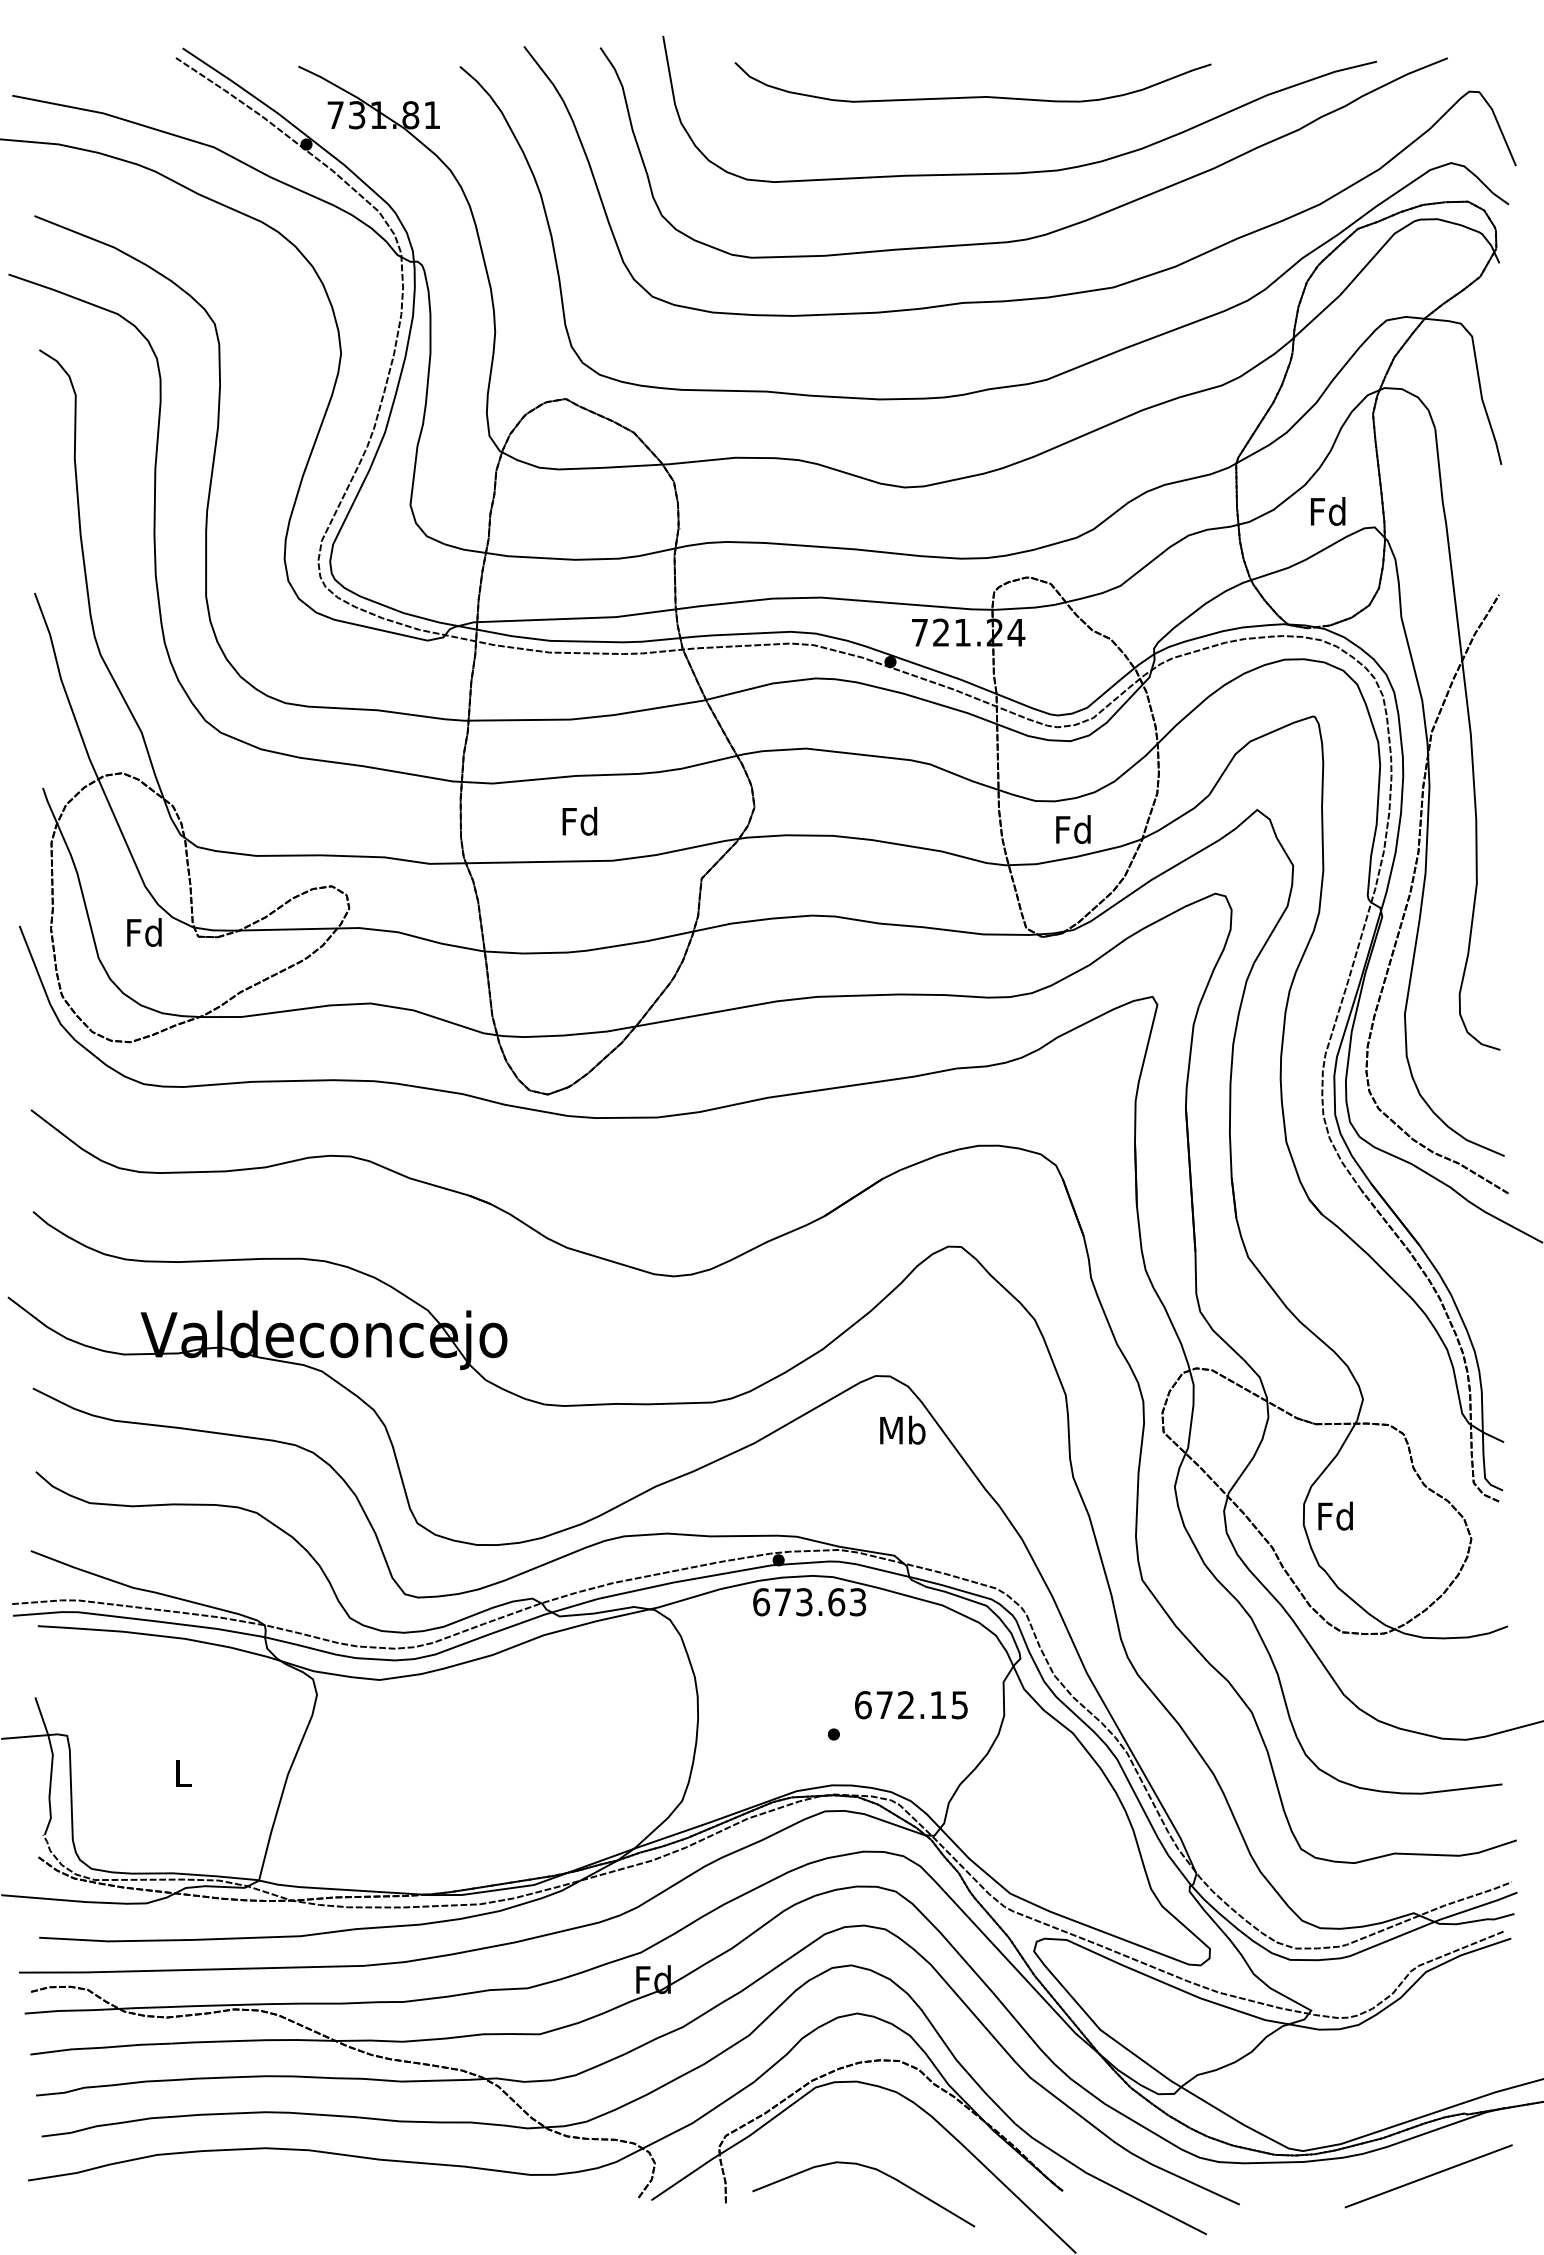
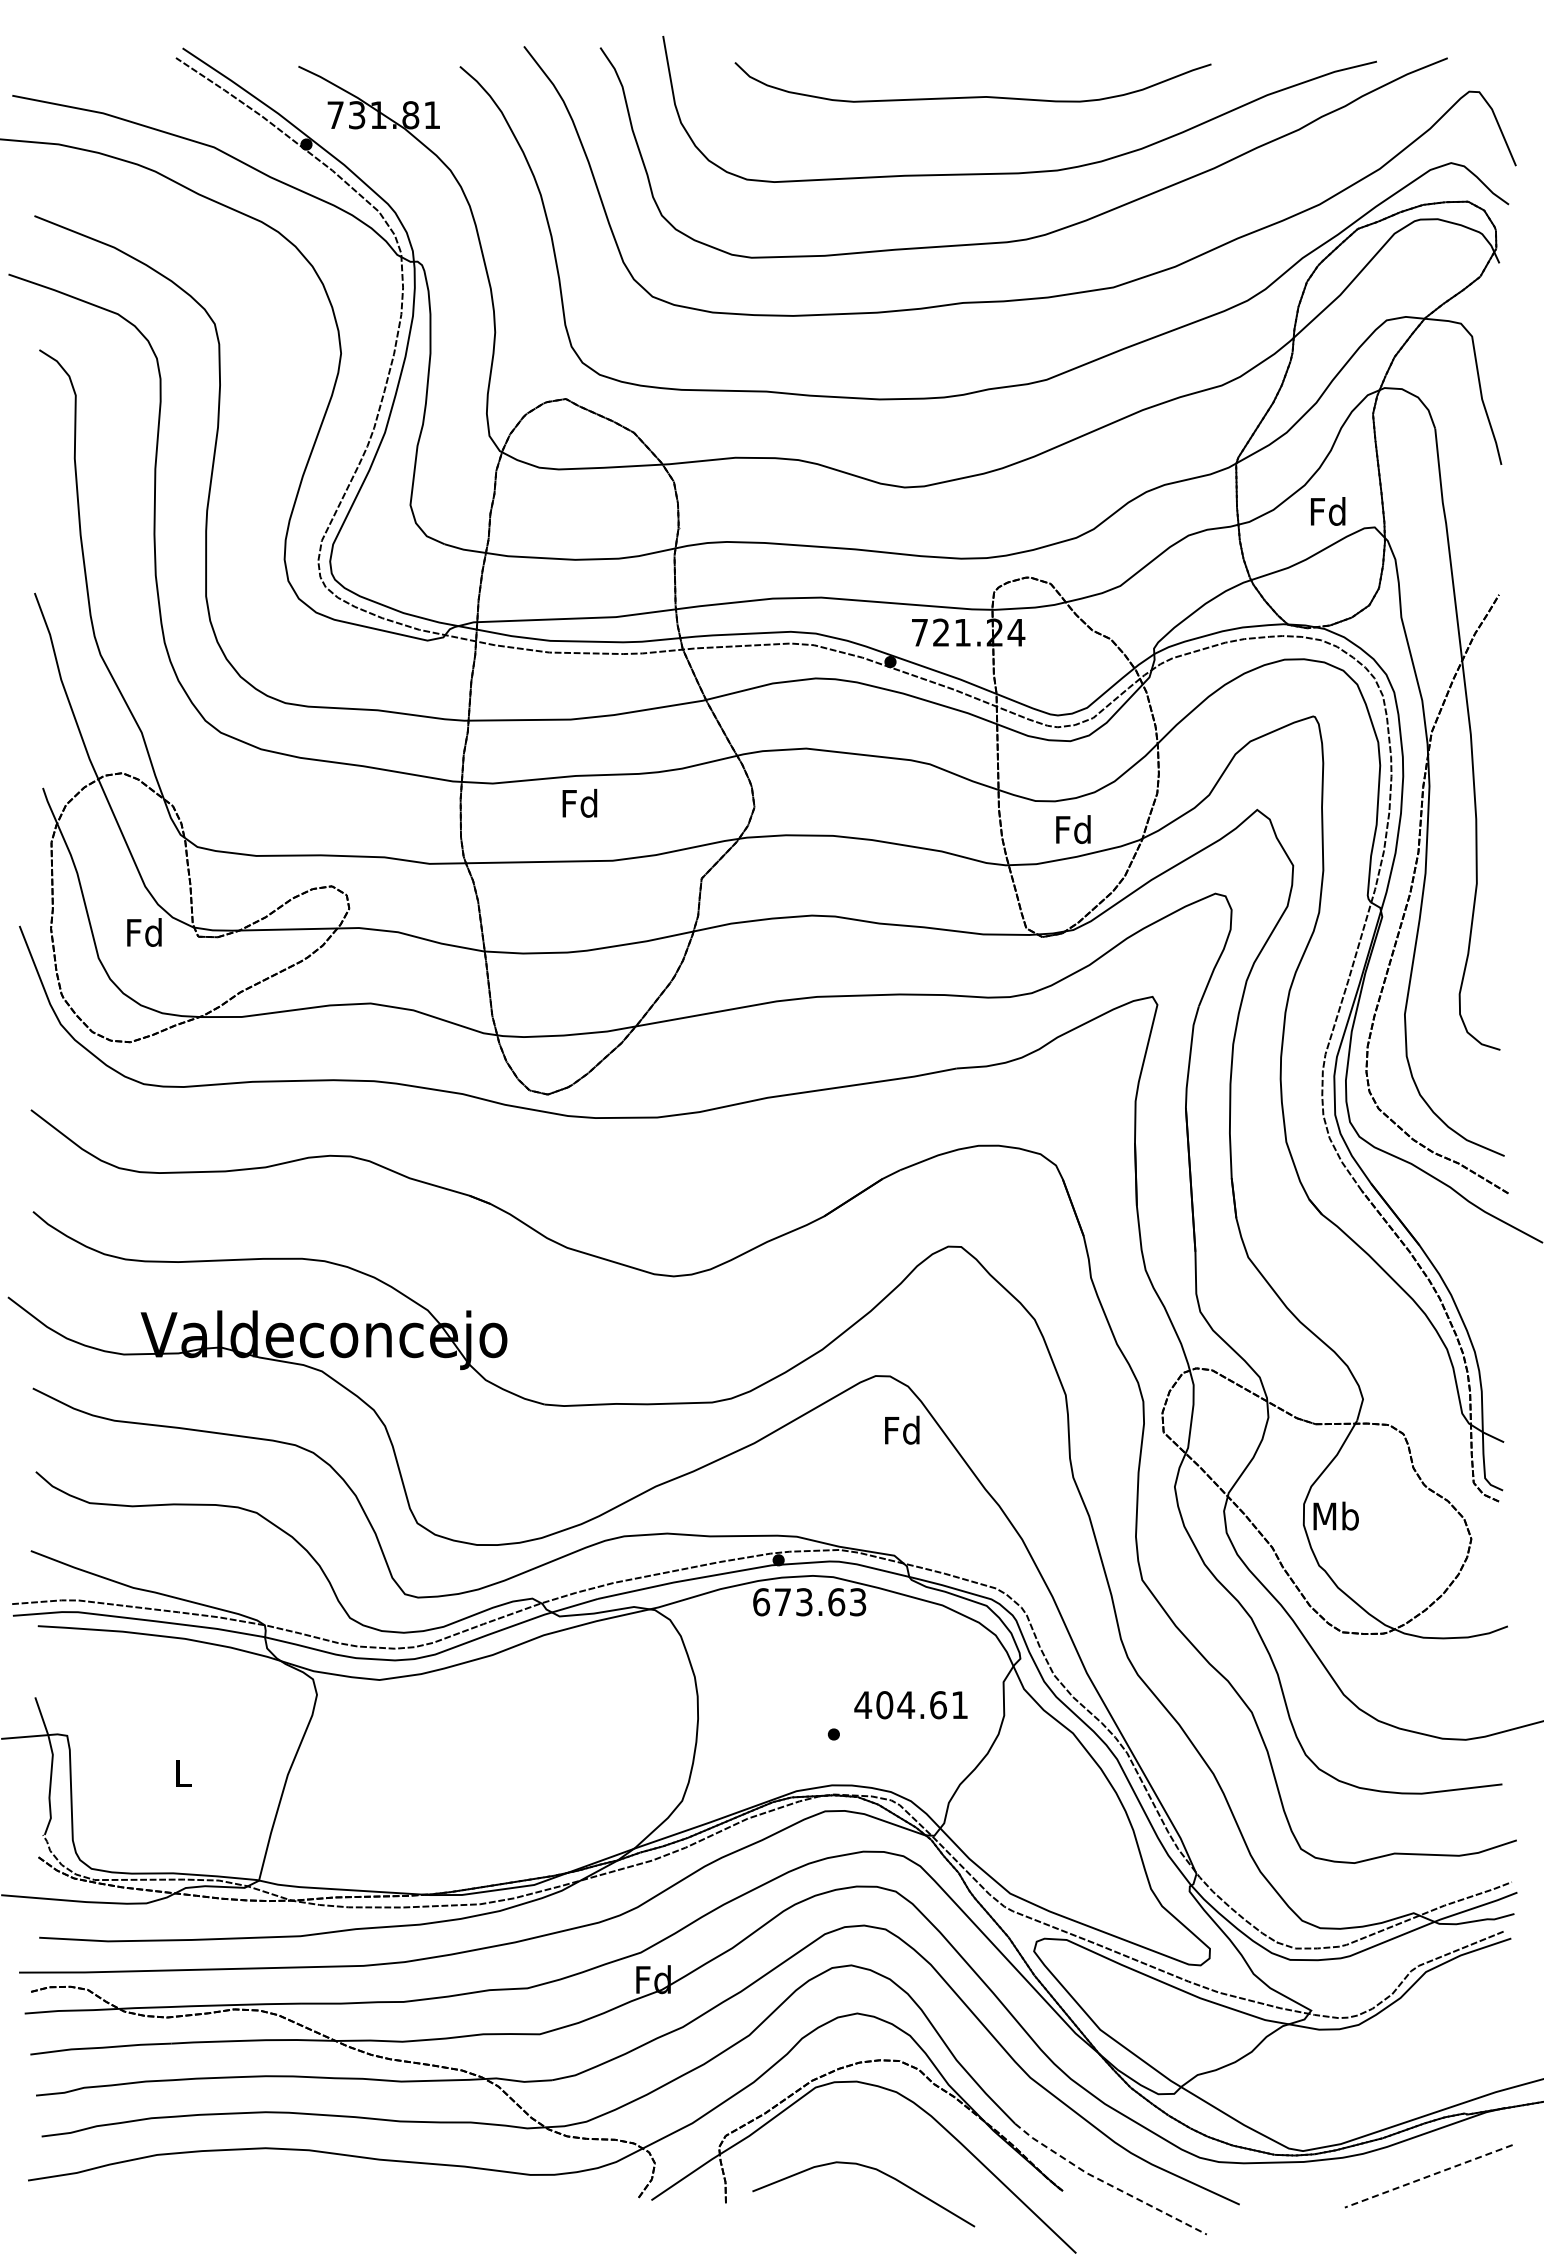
text at (579, 821) position: (579, 821) -> (579, 803)
text at (902, 1429): Mb -> Fd
text at (1335, 1515): Fd -> Mb
text at (910, 1705): 672.15 -> 404.61
line at (1428, 2176): solid -> dashed
line at (1106, 2183): solid -> dashed
